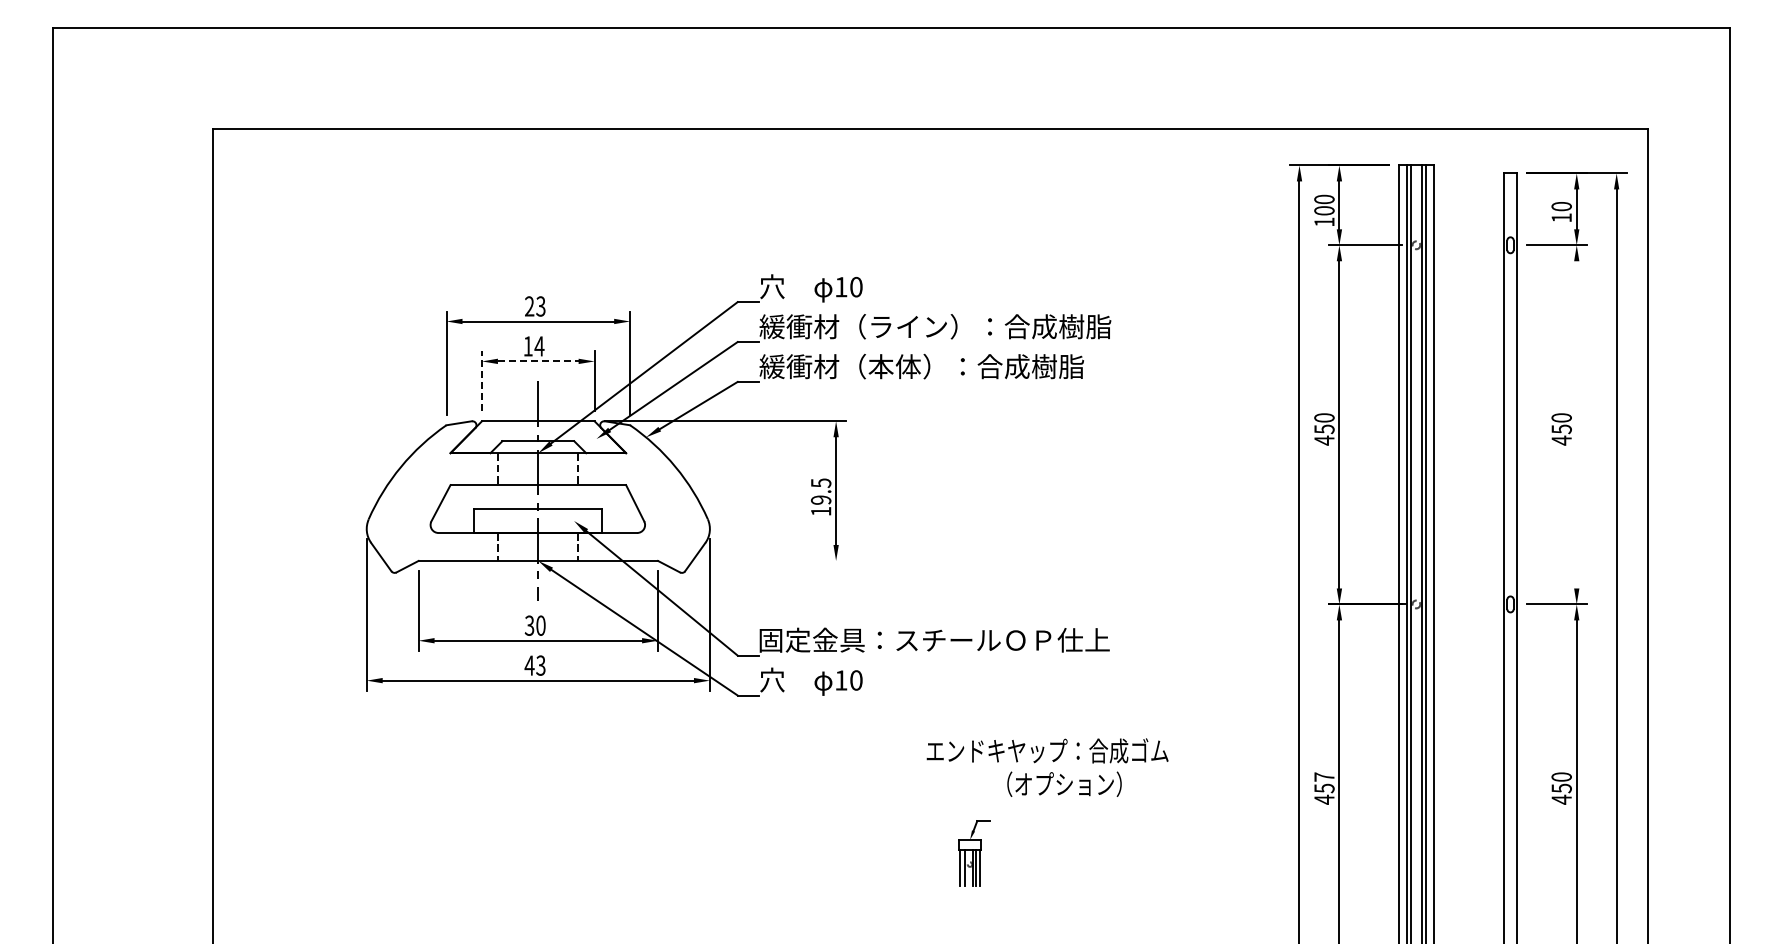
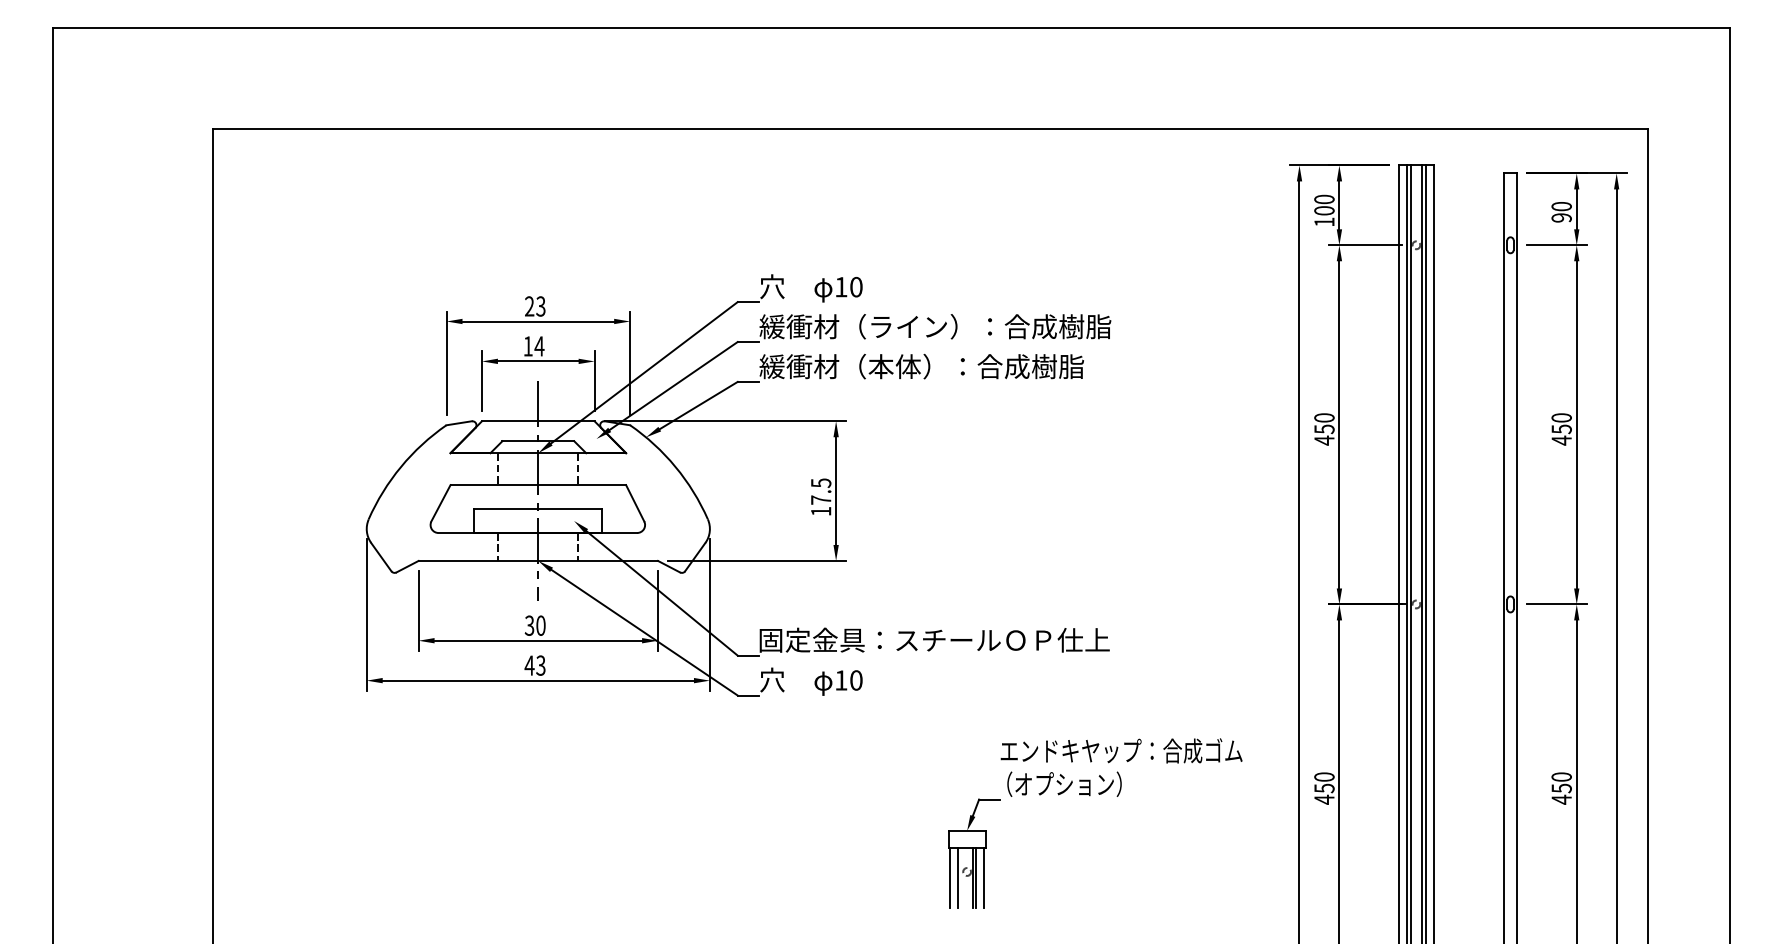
text at (1561, 217): 10 -> 90
line at (538, 361): dashed -> solid
line at (481, 381): dashed -> solid
line at (1576, 424): none -> present
text at (820, 499): 19.5 -> 17.5
line at (757, 560): none -> present
text at (1047, 750) position: (1047, 750) -> (1121, 750)
text at (1324, 776): 457 -> 450
part at (974, 853) size: 33x67 px -> 53x111 px
